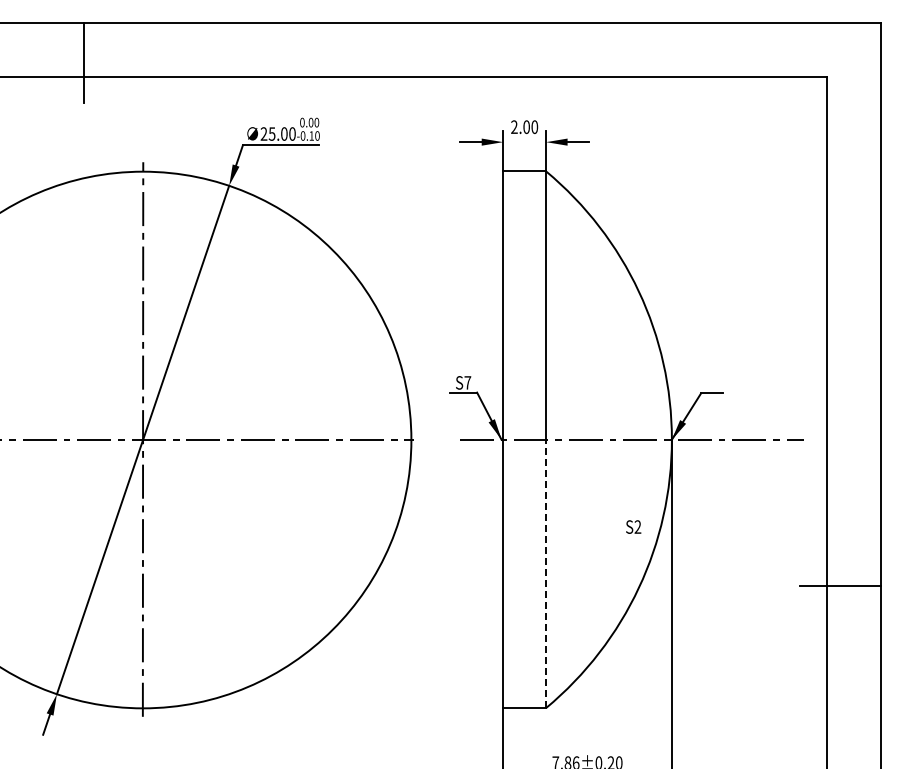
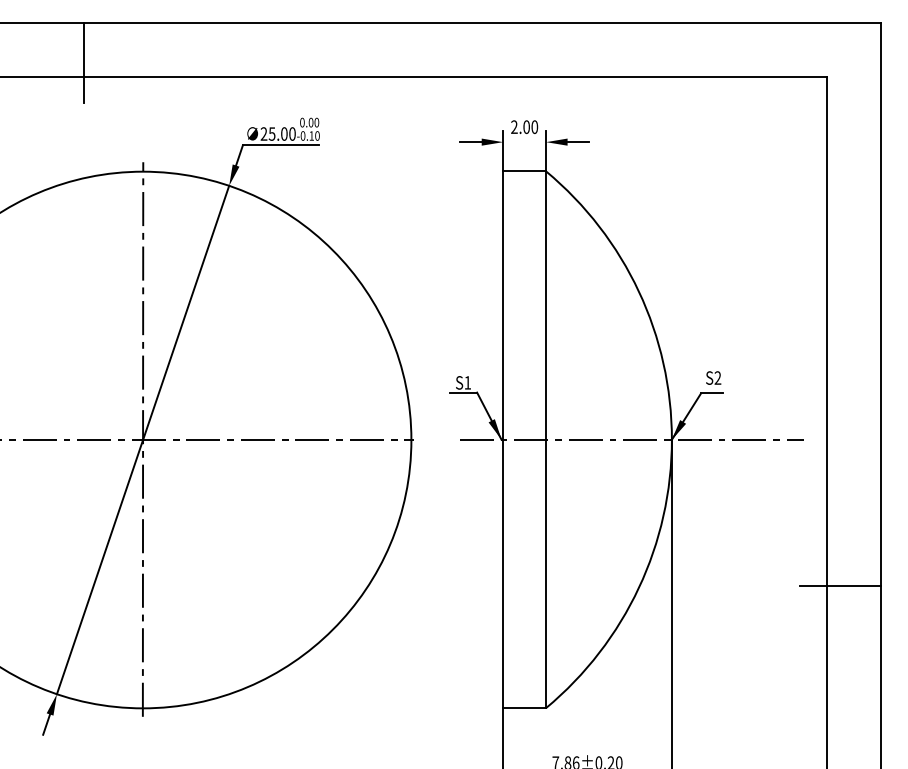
text at (467, 382): S7 -> S1
text at (633, 526) position: (633, 526) -> (713, 377)
line at (546, 573): dashed -> solid
